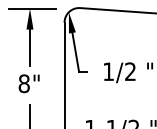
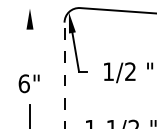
line at (31, 8): present -> none
line at (29, 47): present -> none
line at (64, 75): solid -> dashed
text at (23, 83): 8" -> 6"
